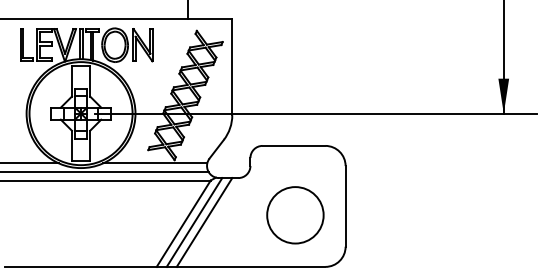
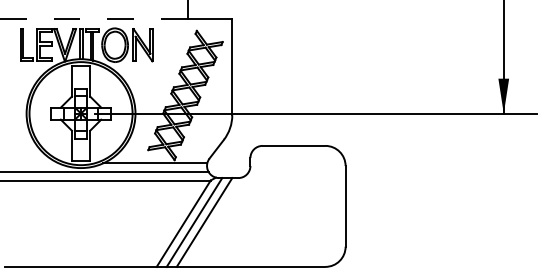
line at (94, 19): solid -> dashed
line at (30, 163): present -> none
circle at (295, 215): present -> none
